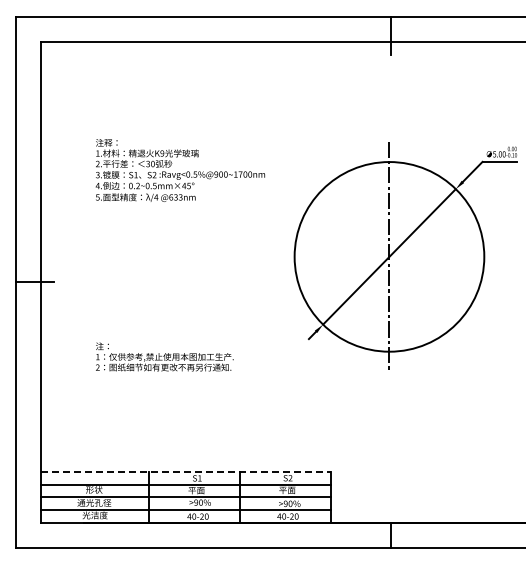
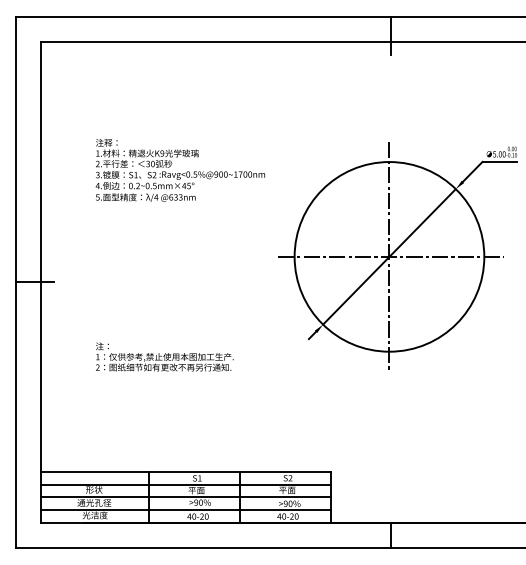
line at (390, 256): none -> present
line at (186, 472): dashed -> solid
